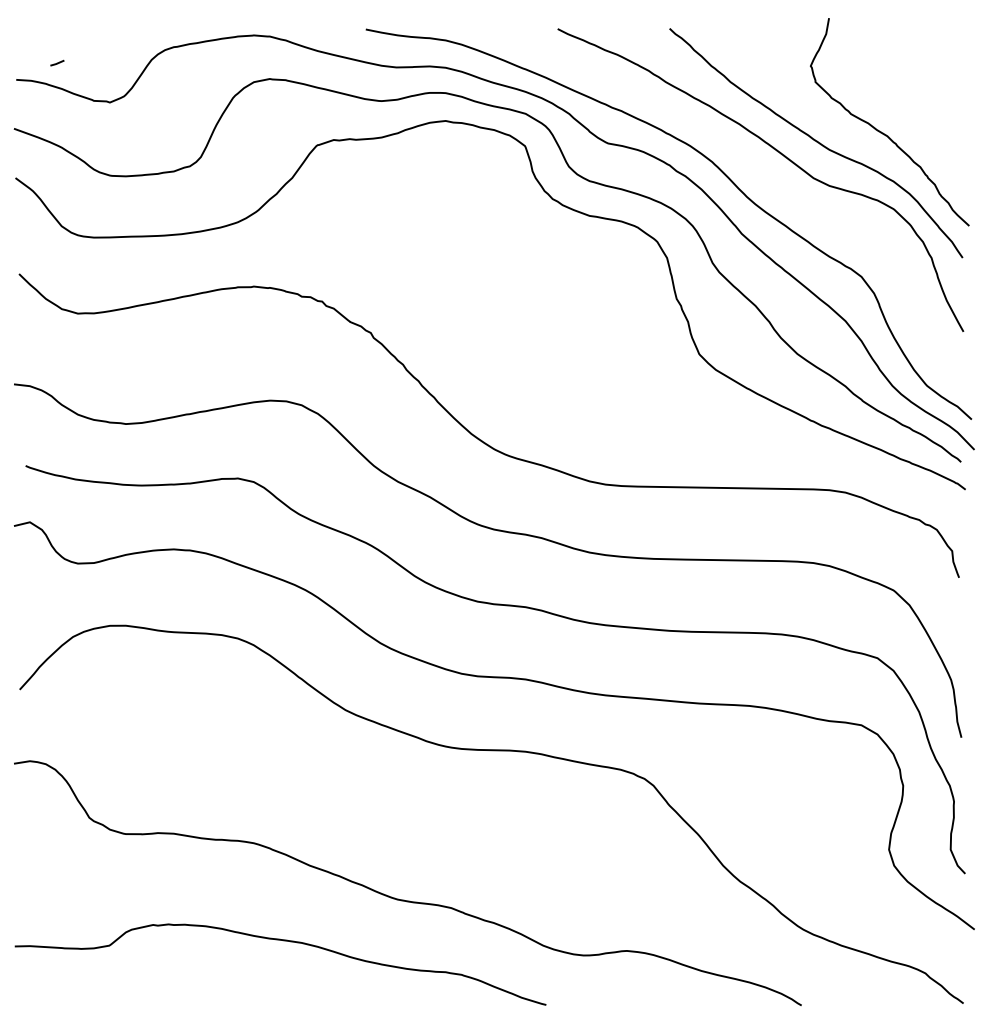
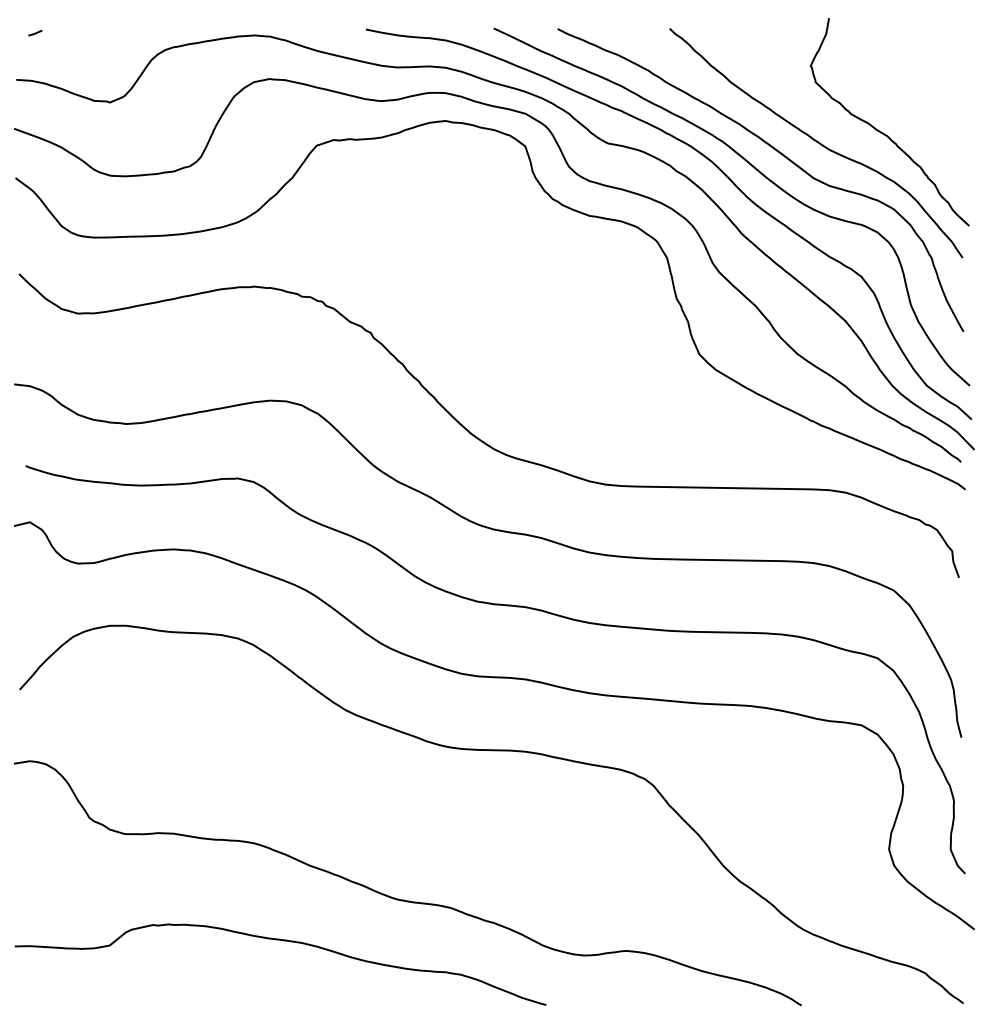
line at (57, 62) position: (57, 62) -> (35, 32)
curve at (759, 173): none -> present
